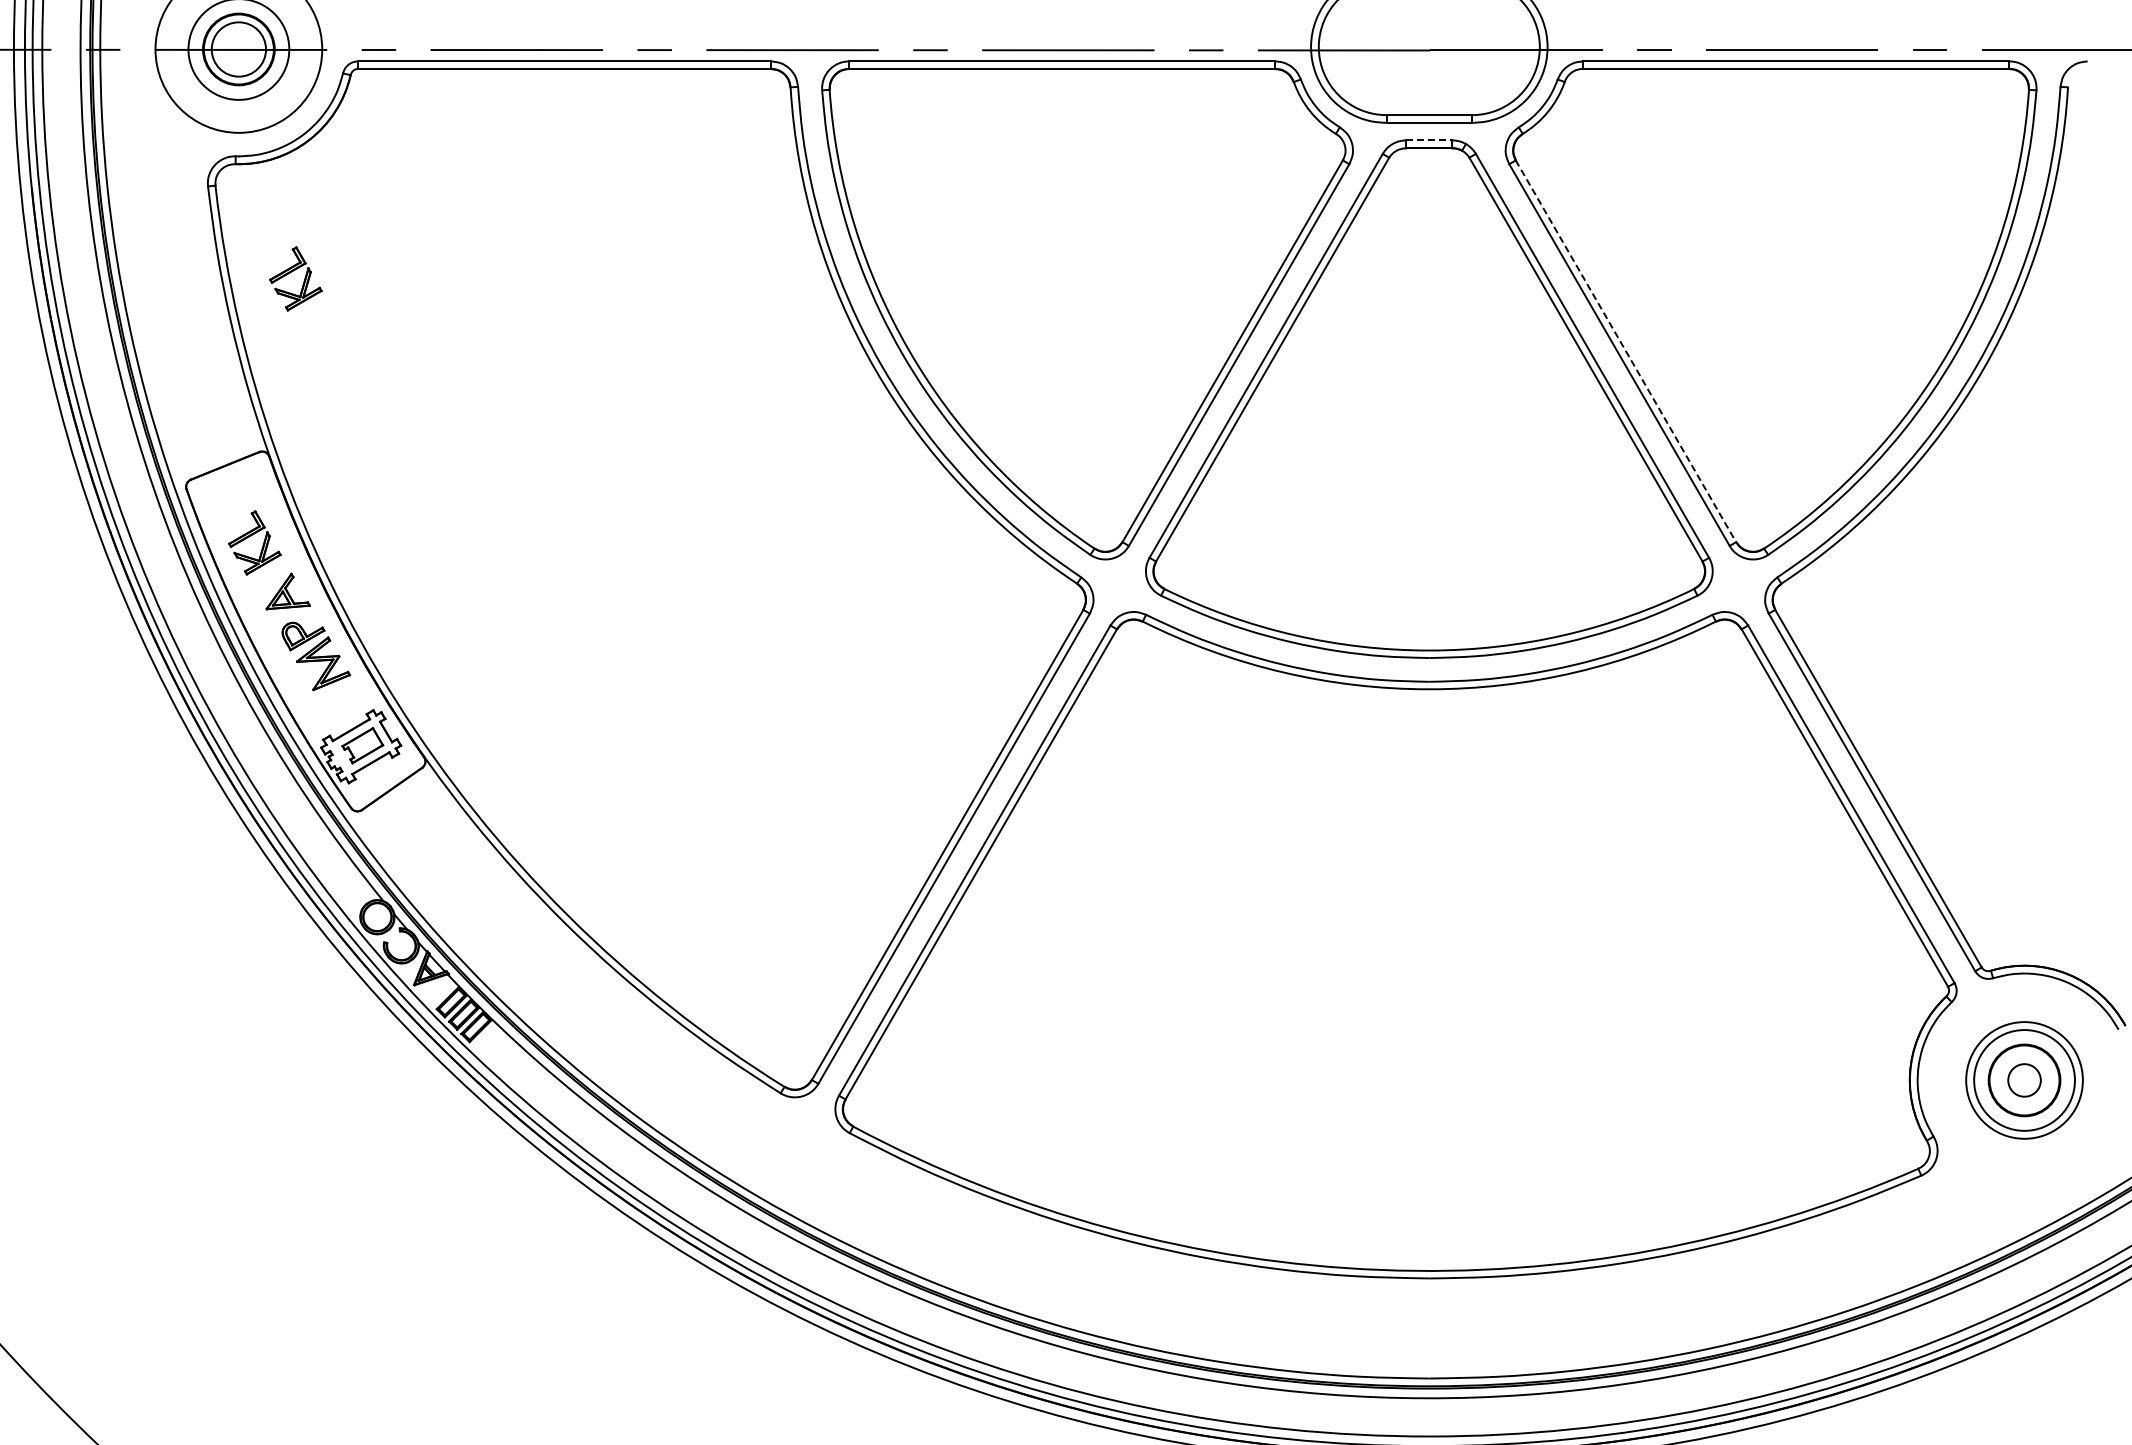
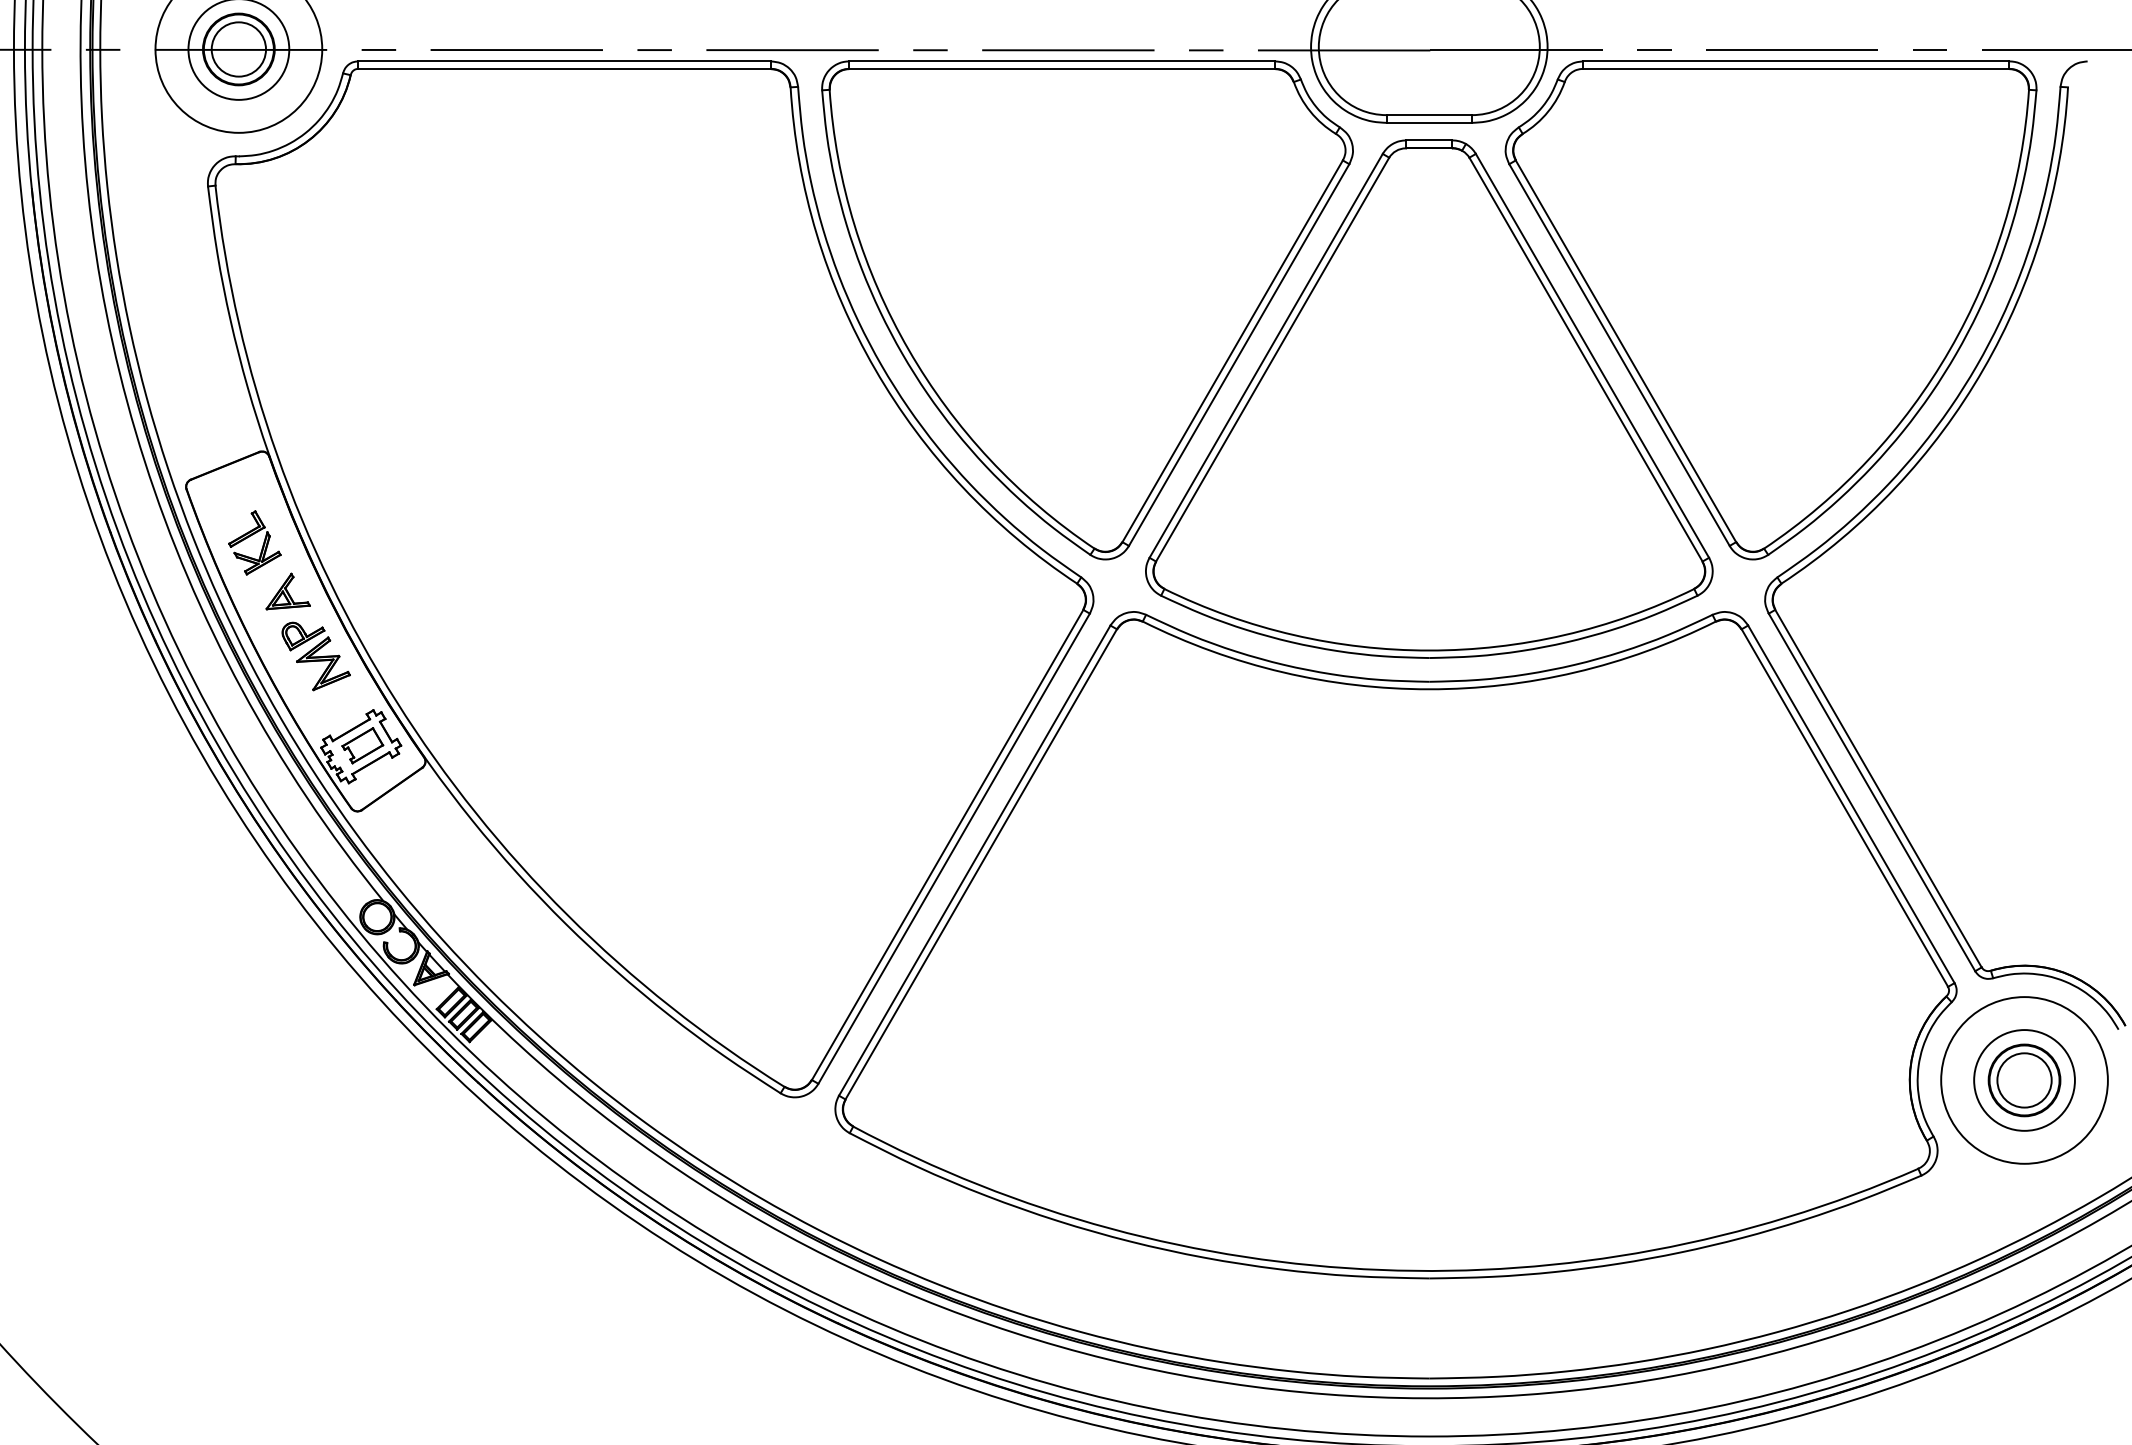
line at (1429, 140): dashed -> solid
part at (292, 272): present -> none
line at (1626, 351): dashed -> solid
circle at (2024, 1080) diameter: 117 px -> 167 px
circle at (2024, 1080) diameter: 33 px -> 54 px
